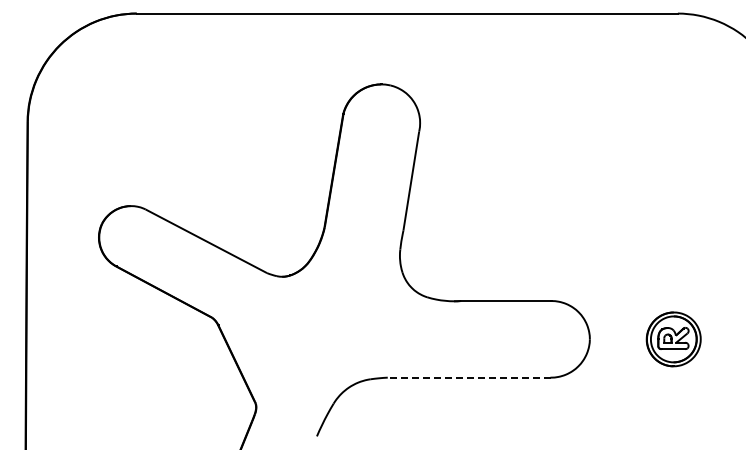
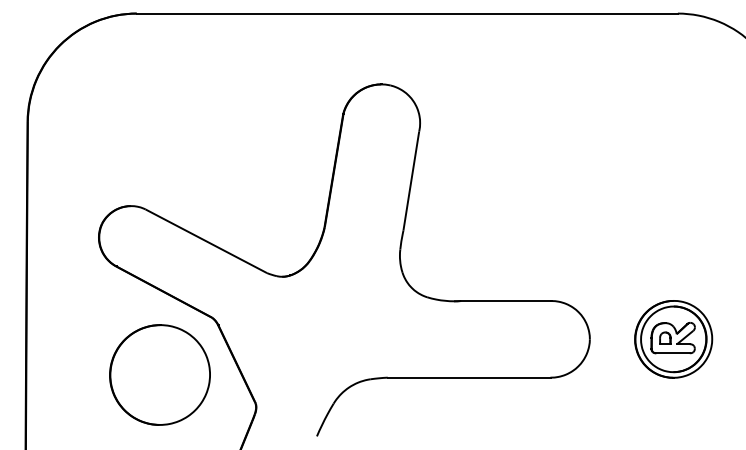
part at (673, 339) size: 57x57 px -> 80x79 px
part at (159, 374): none -> present
line at (468, 377): dashed -> solid
